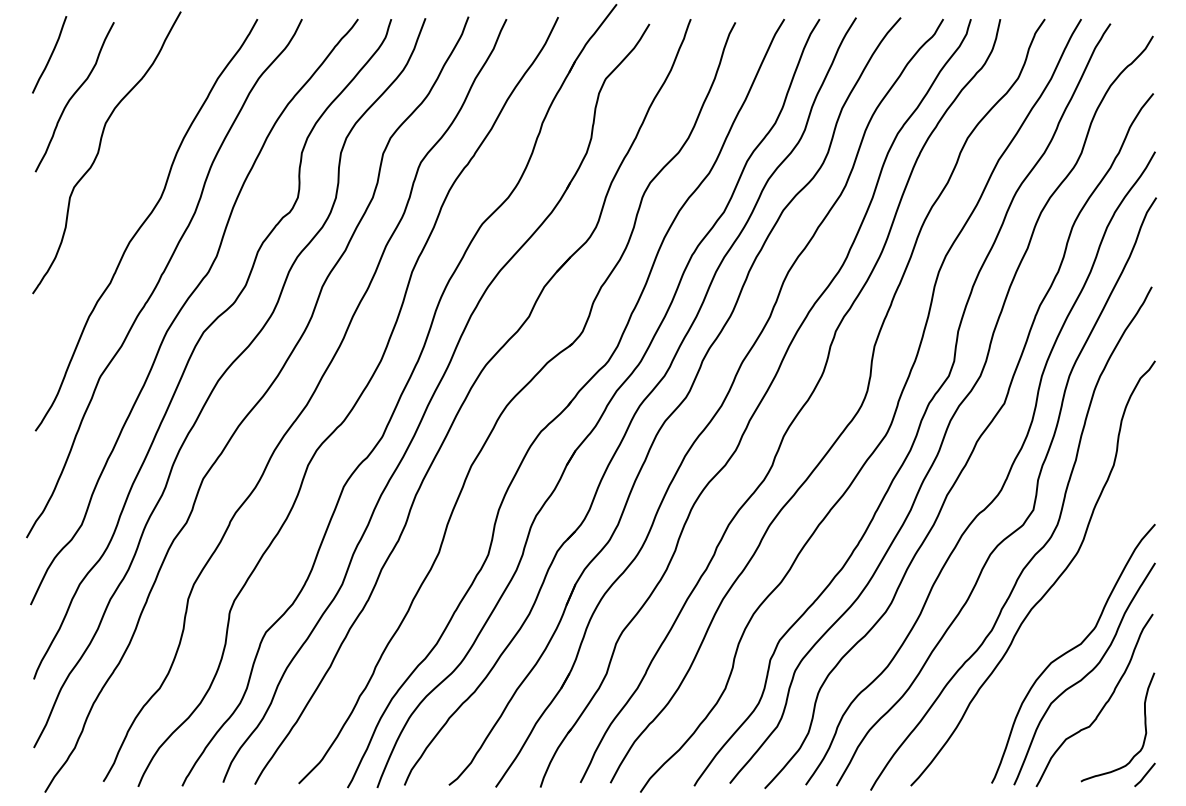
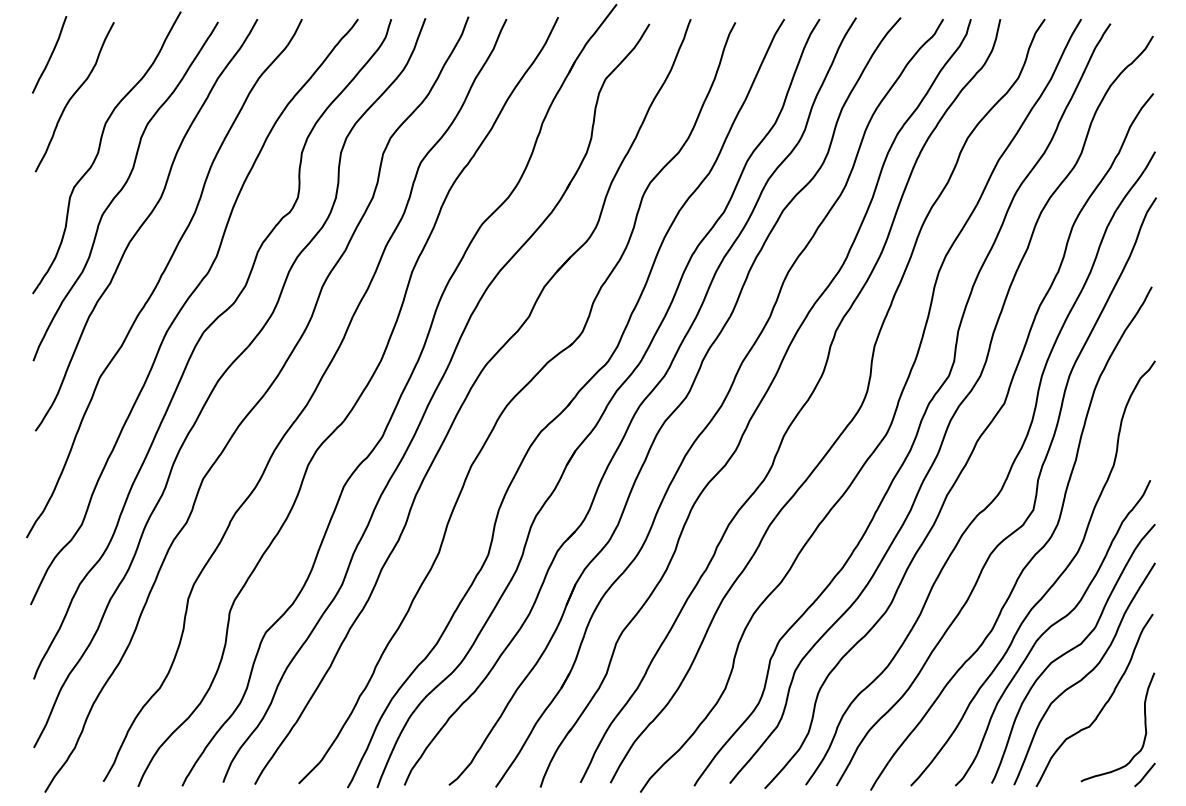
curve at (123, 188): none -> present
curve at (1049, 629): none -> present
